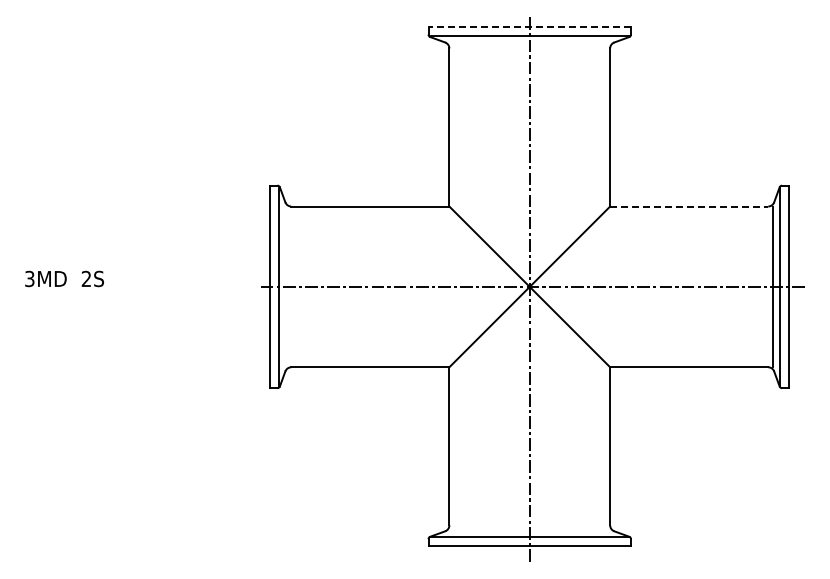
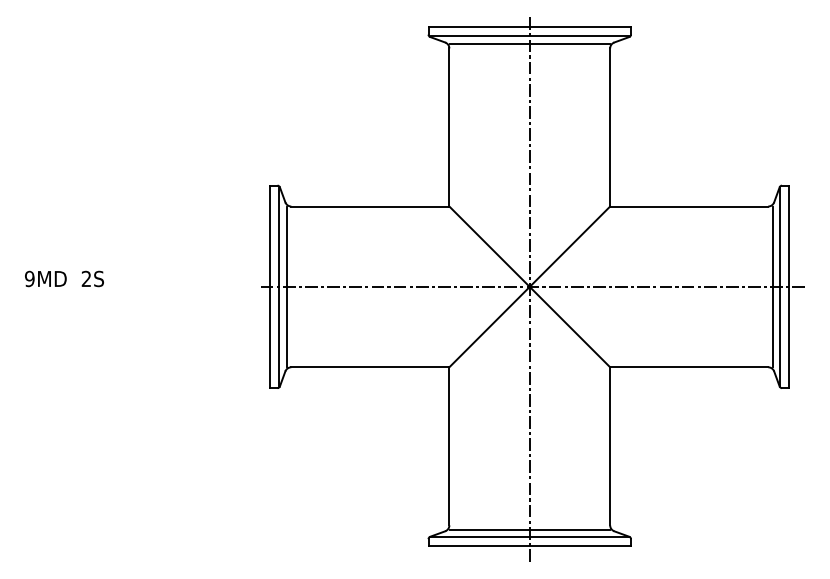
line at (529, 27): dashed -> solid
line at (529, 44): none -> present
line at (689, 206): dashed -> solid
text at (29, 278): 3MD -> 9MD
line at (286, 286): none -> present
line at (529, 529): none -> present
